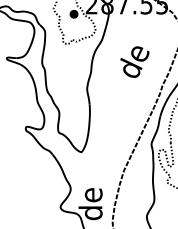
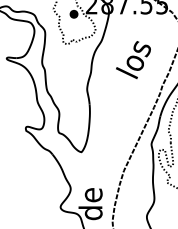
text at (133, 60): de -> los
